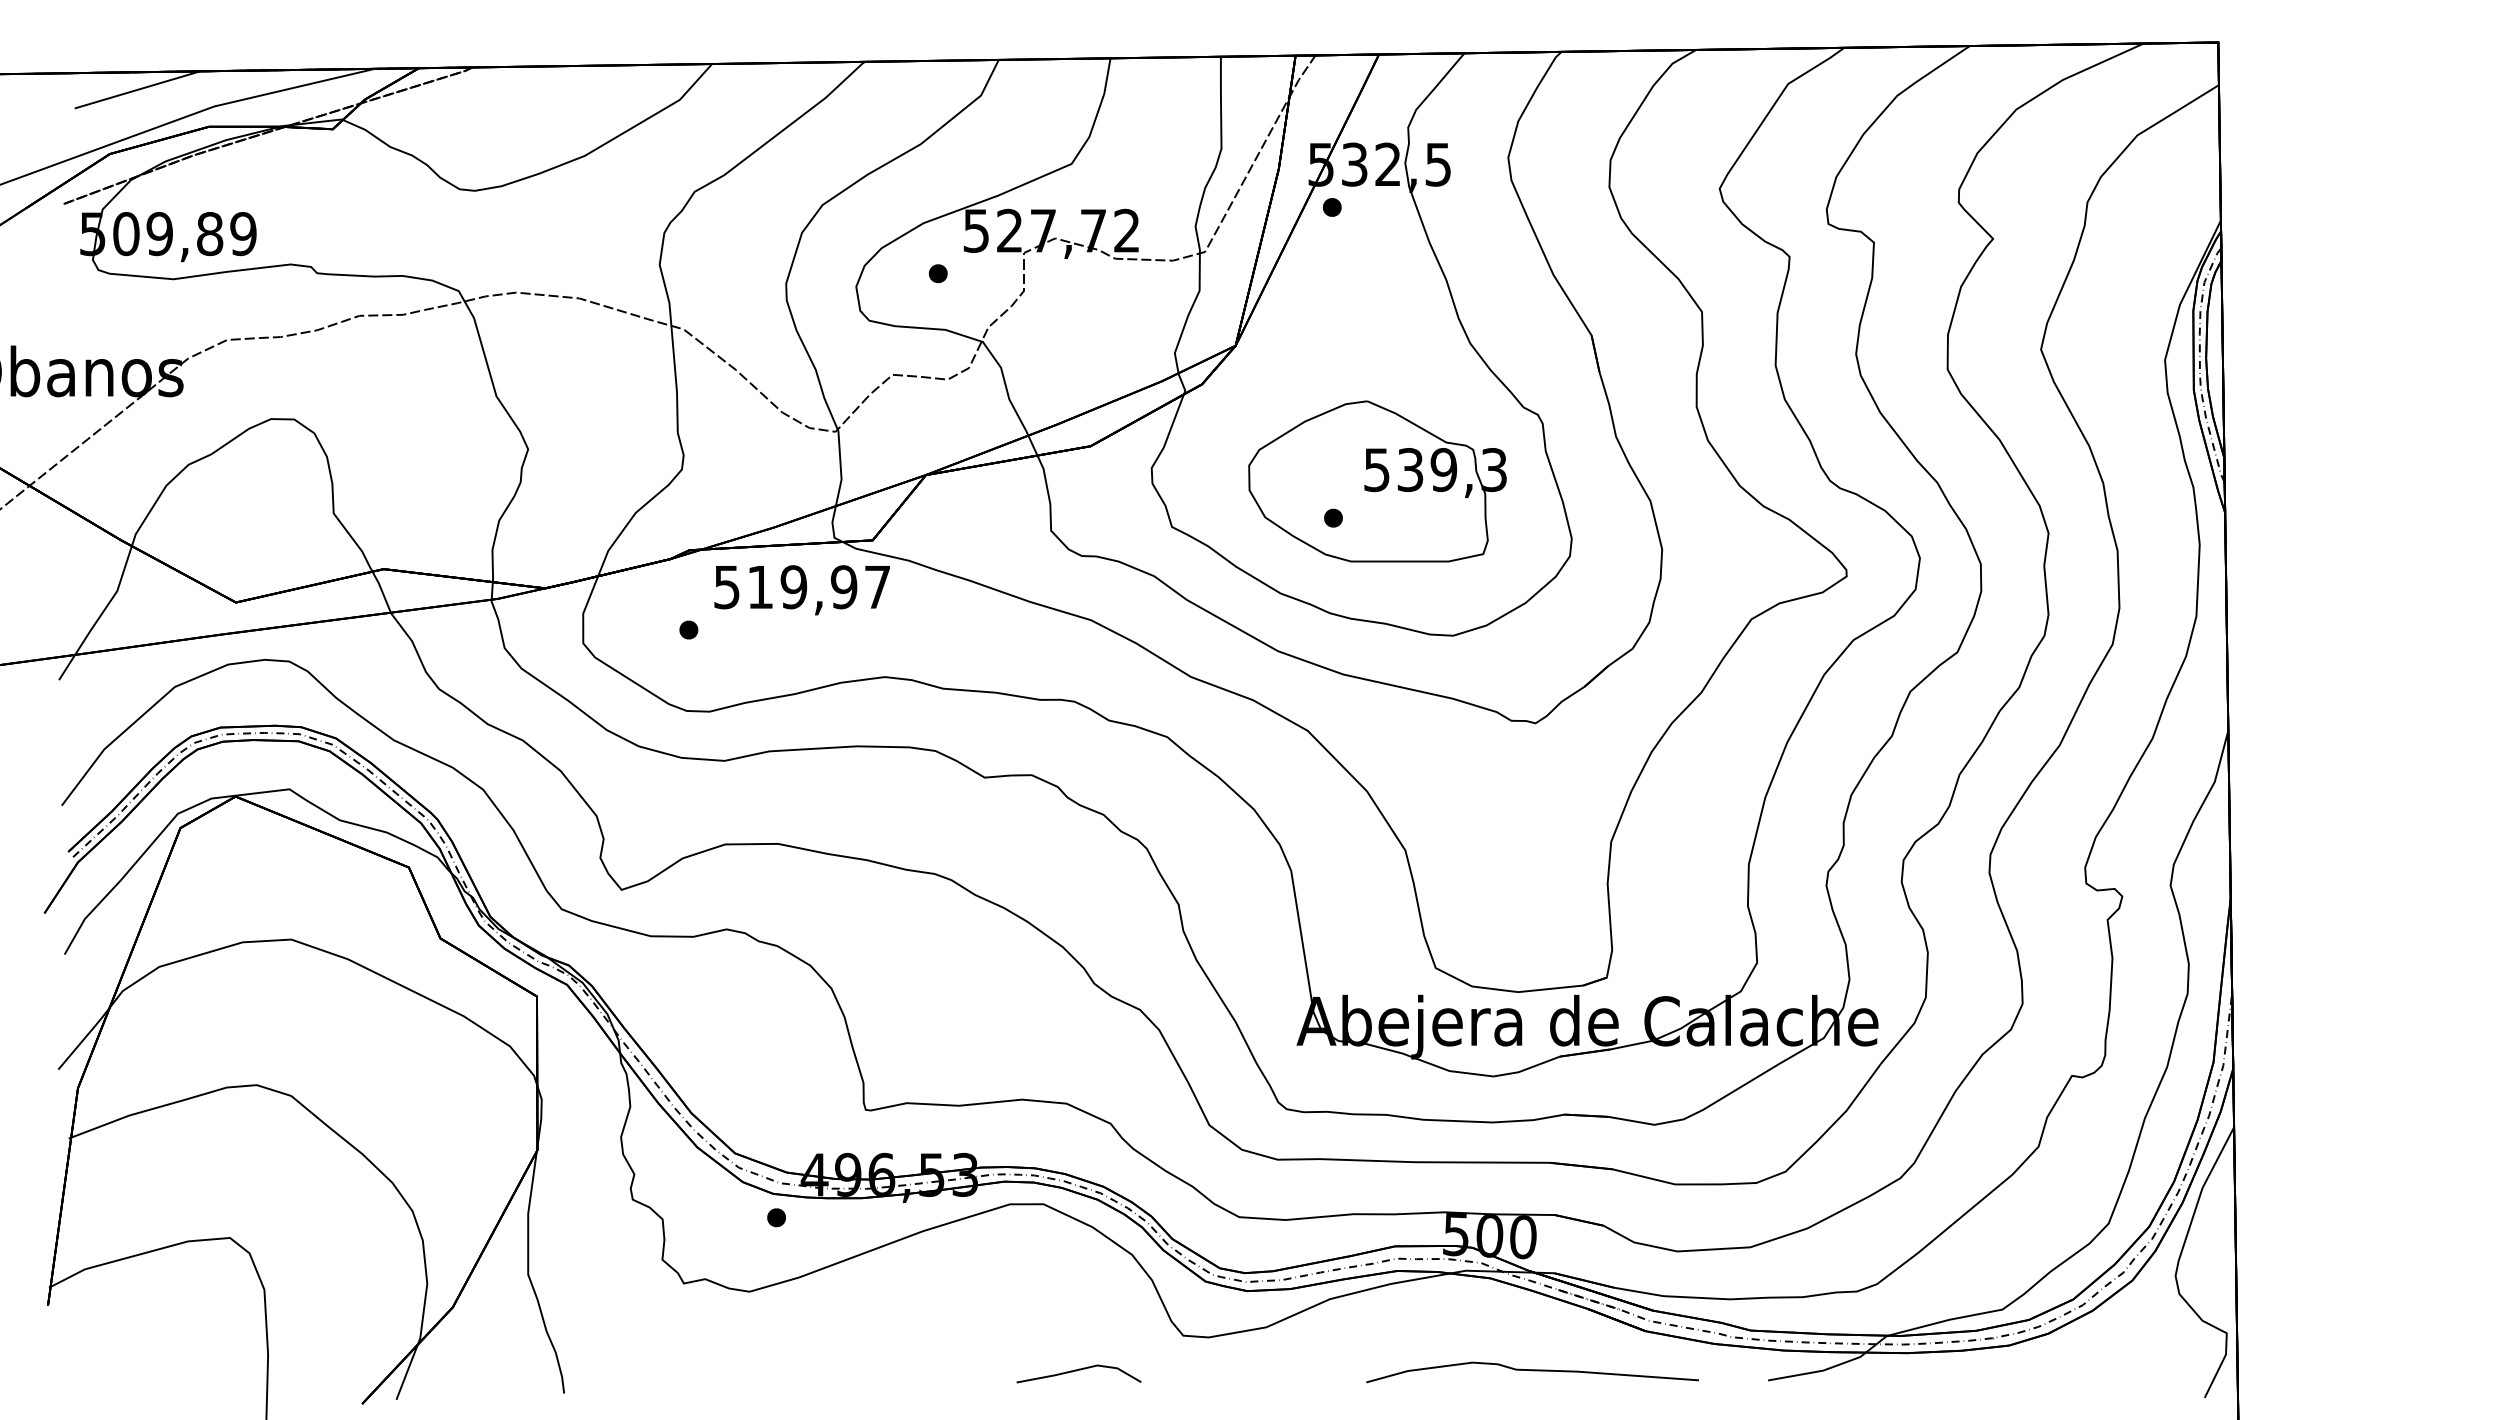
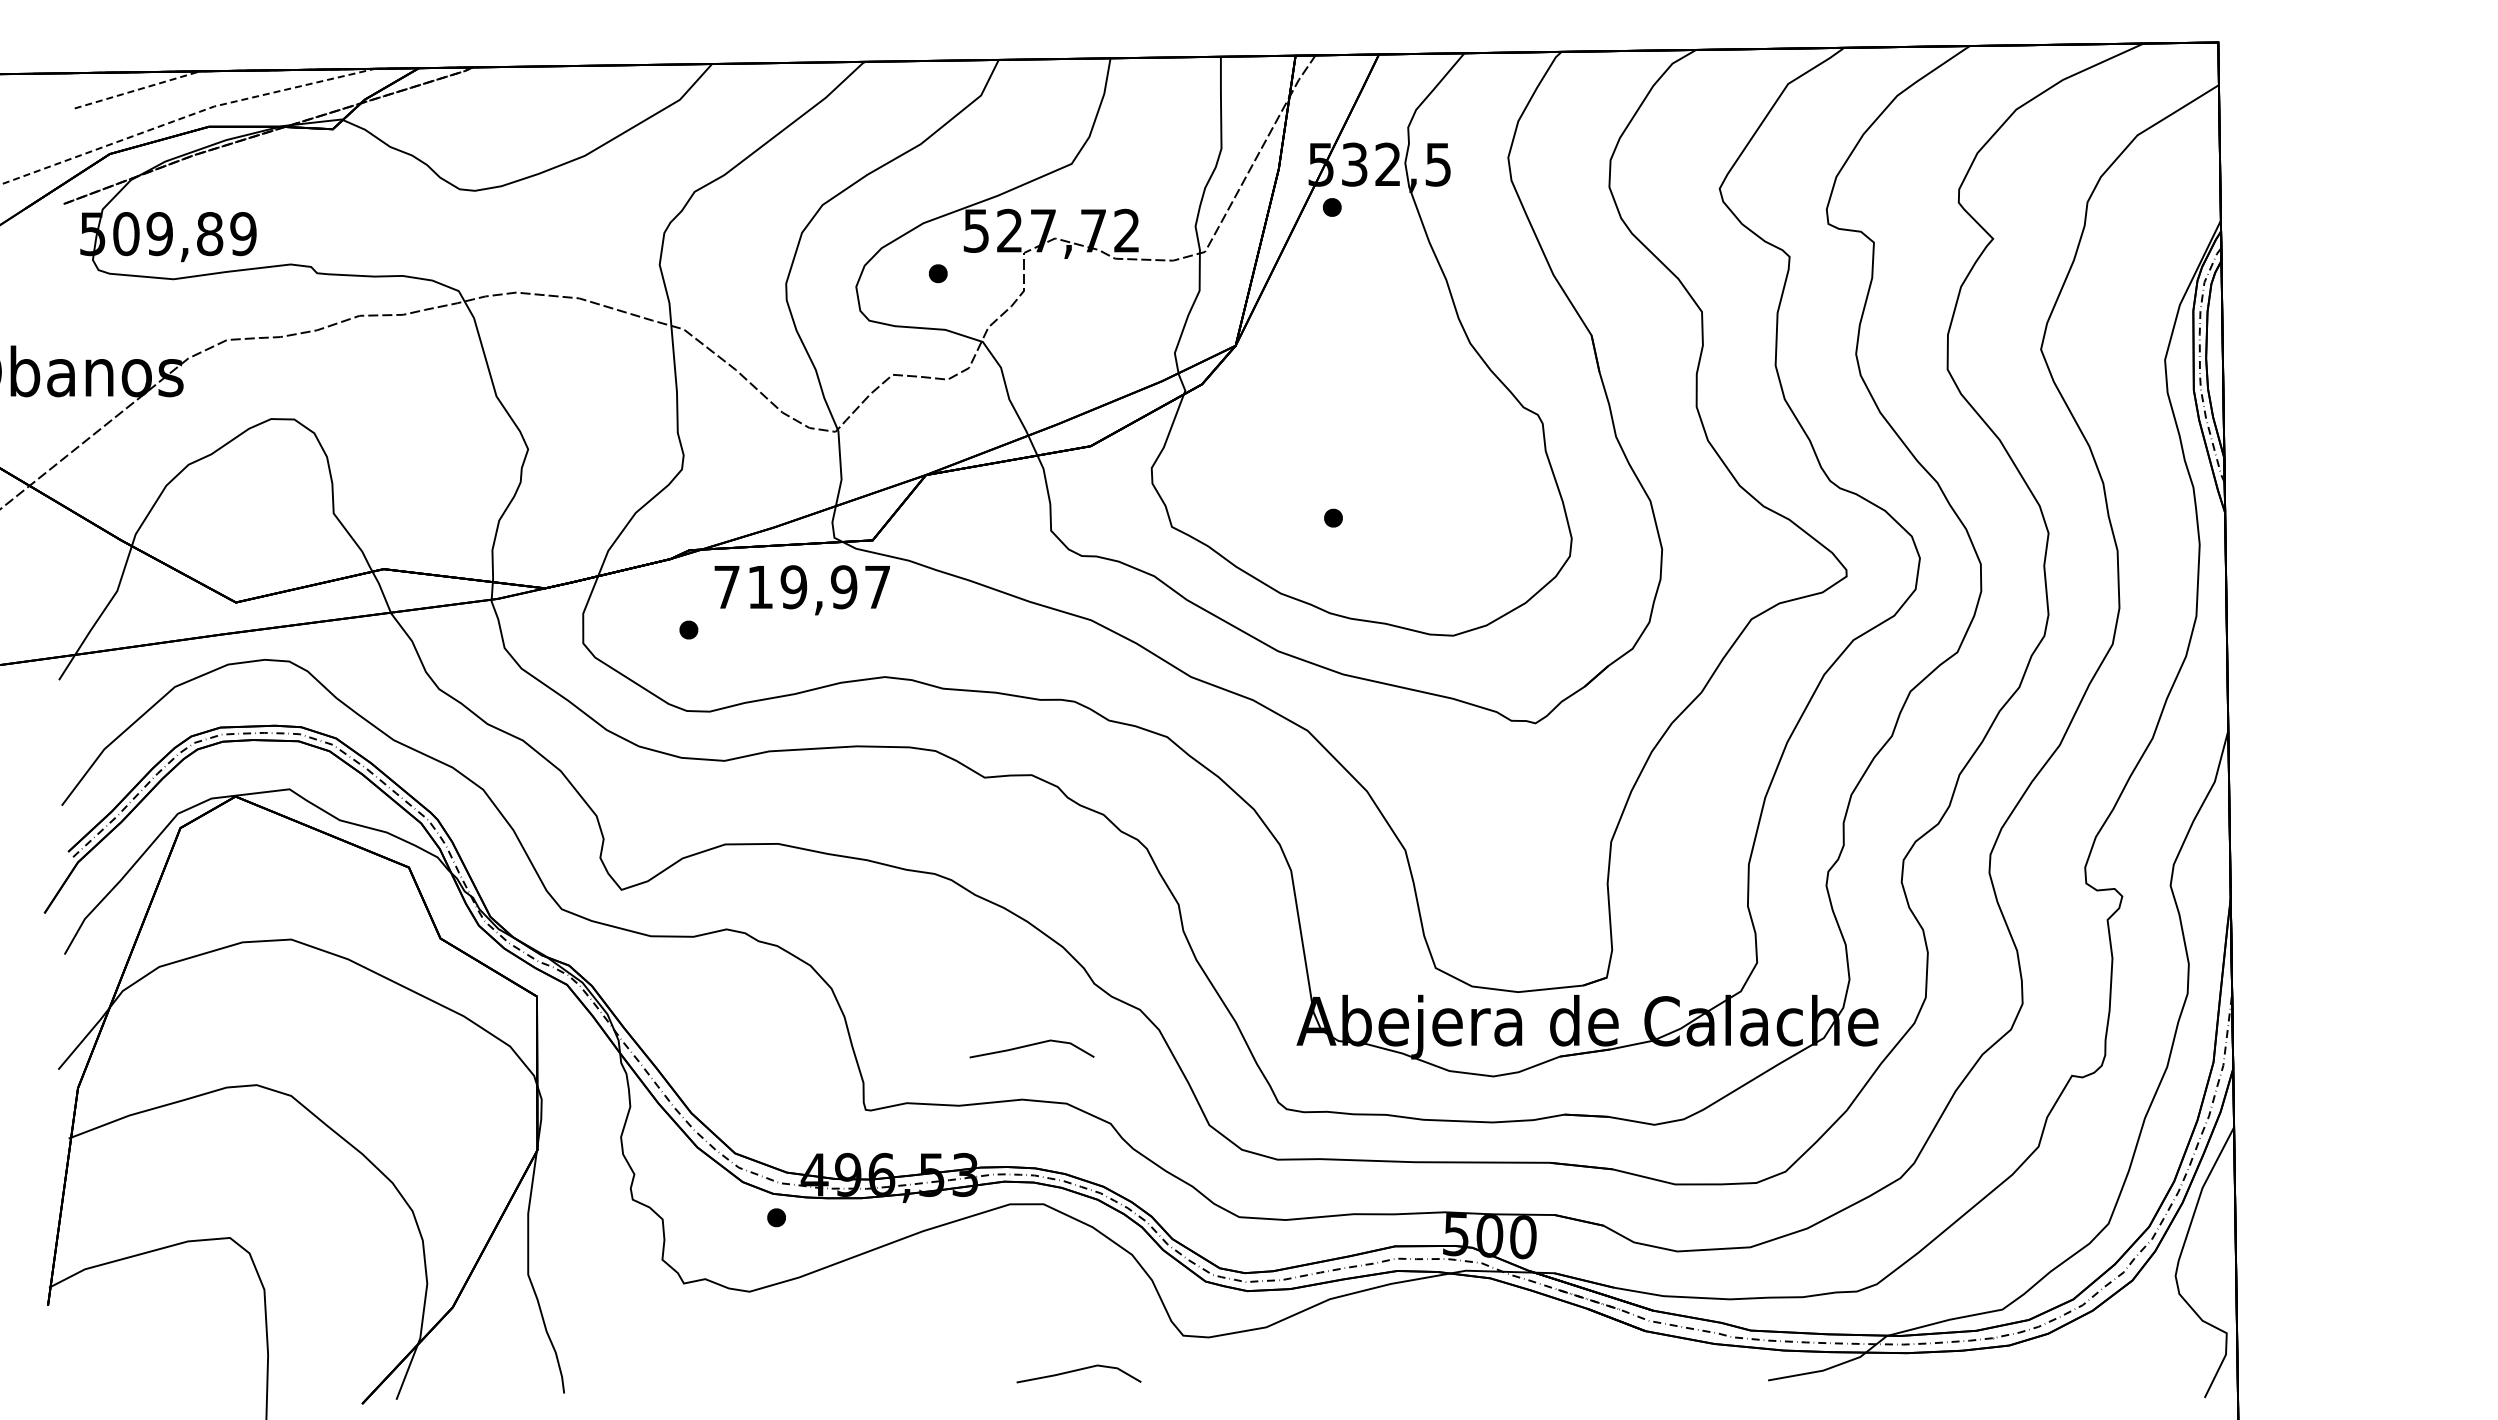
line at (137, 89): solid -> dashed
line at (185, 117): solid -> dashed
part at (1377, 481): present -> none
text at (726, 587): 519,97 -> 719,97
line at (1029, 1046): none -> present
curve at (1532, 1371): present -> none
